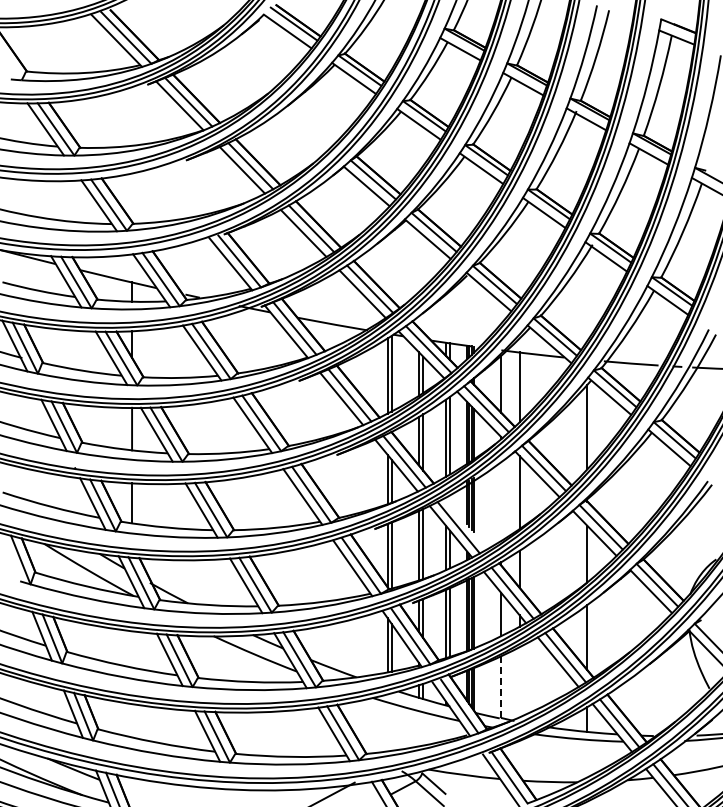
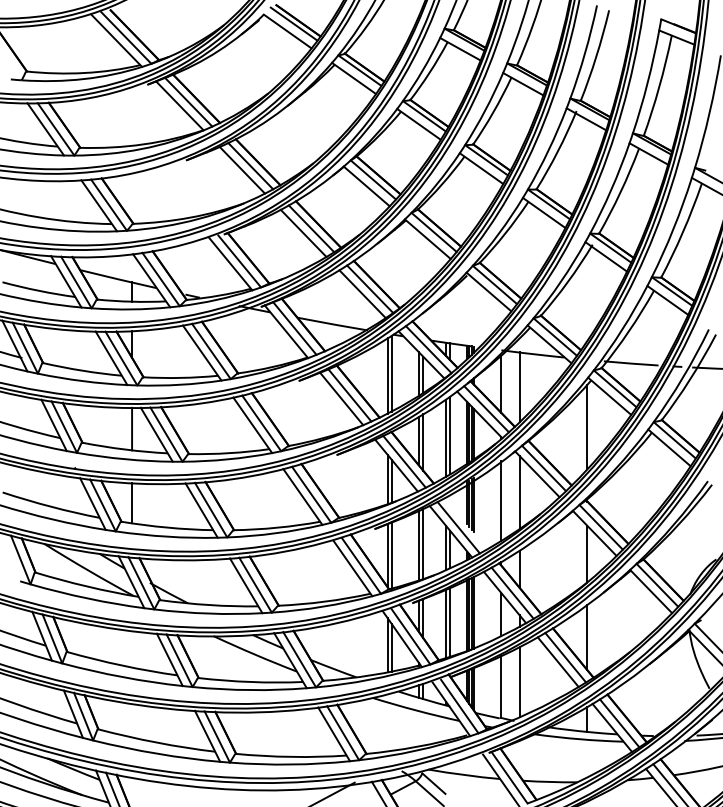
line at (501, 500): none -> present
line at (519, 682): none -> present
line at (501, 687): dashed -> solid
